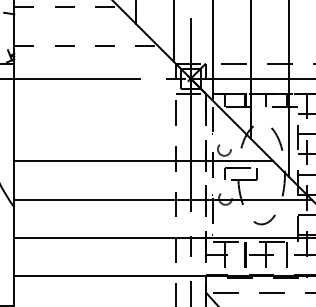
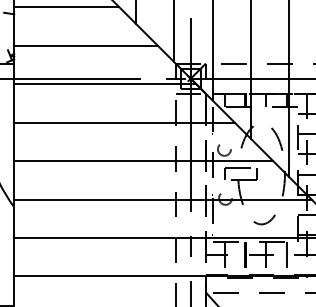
line at (66, 7): dashed -> solid
line at (86, 45): dashed -> solid
line at (105, 84): none -> present
line at (124, 122): none -> present
